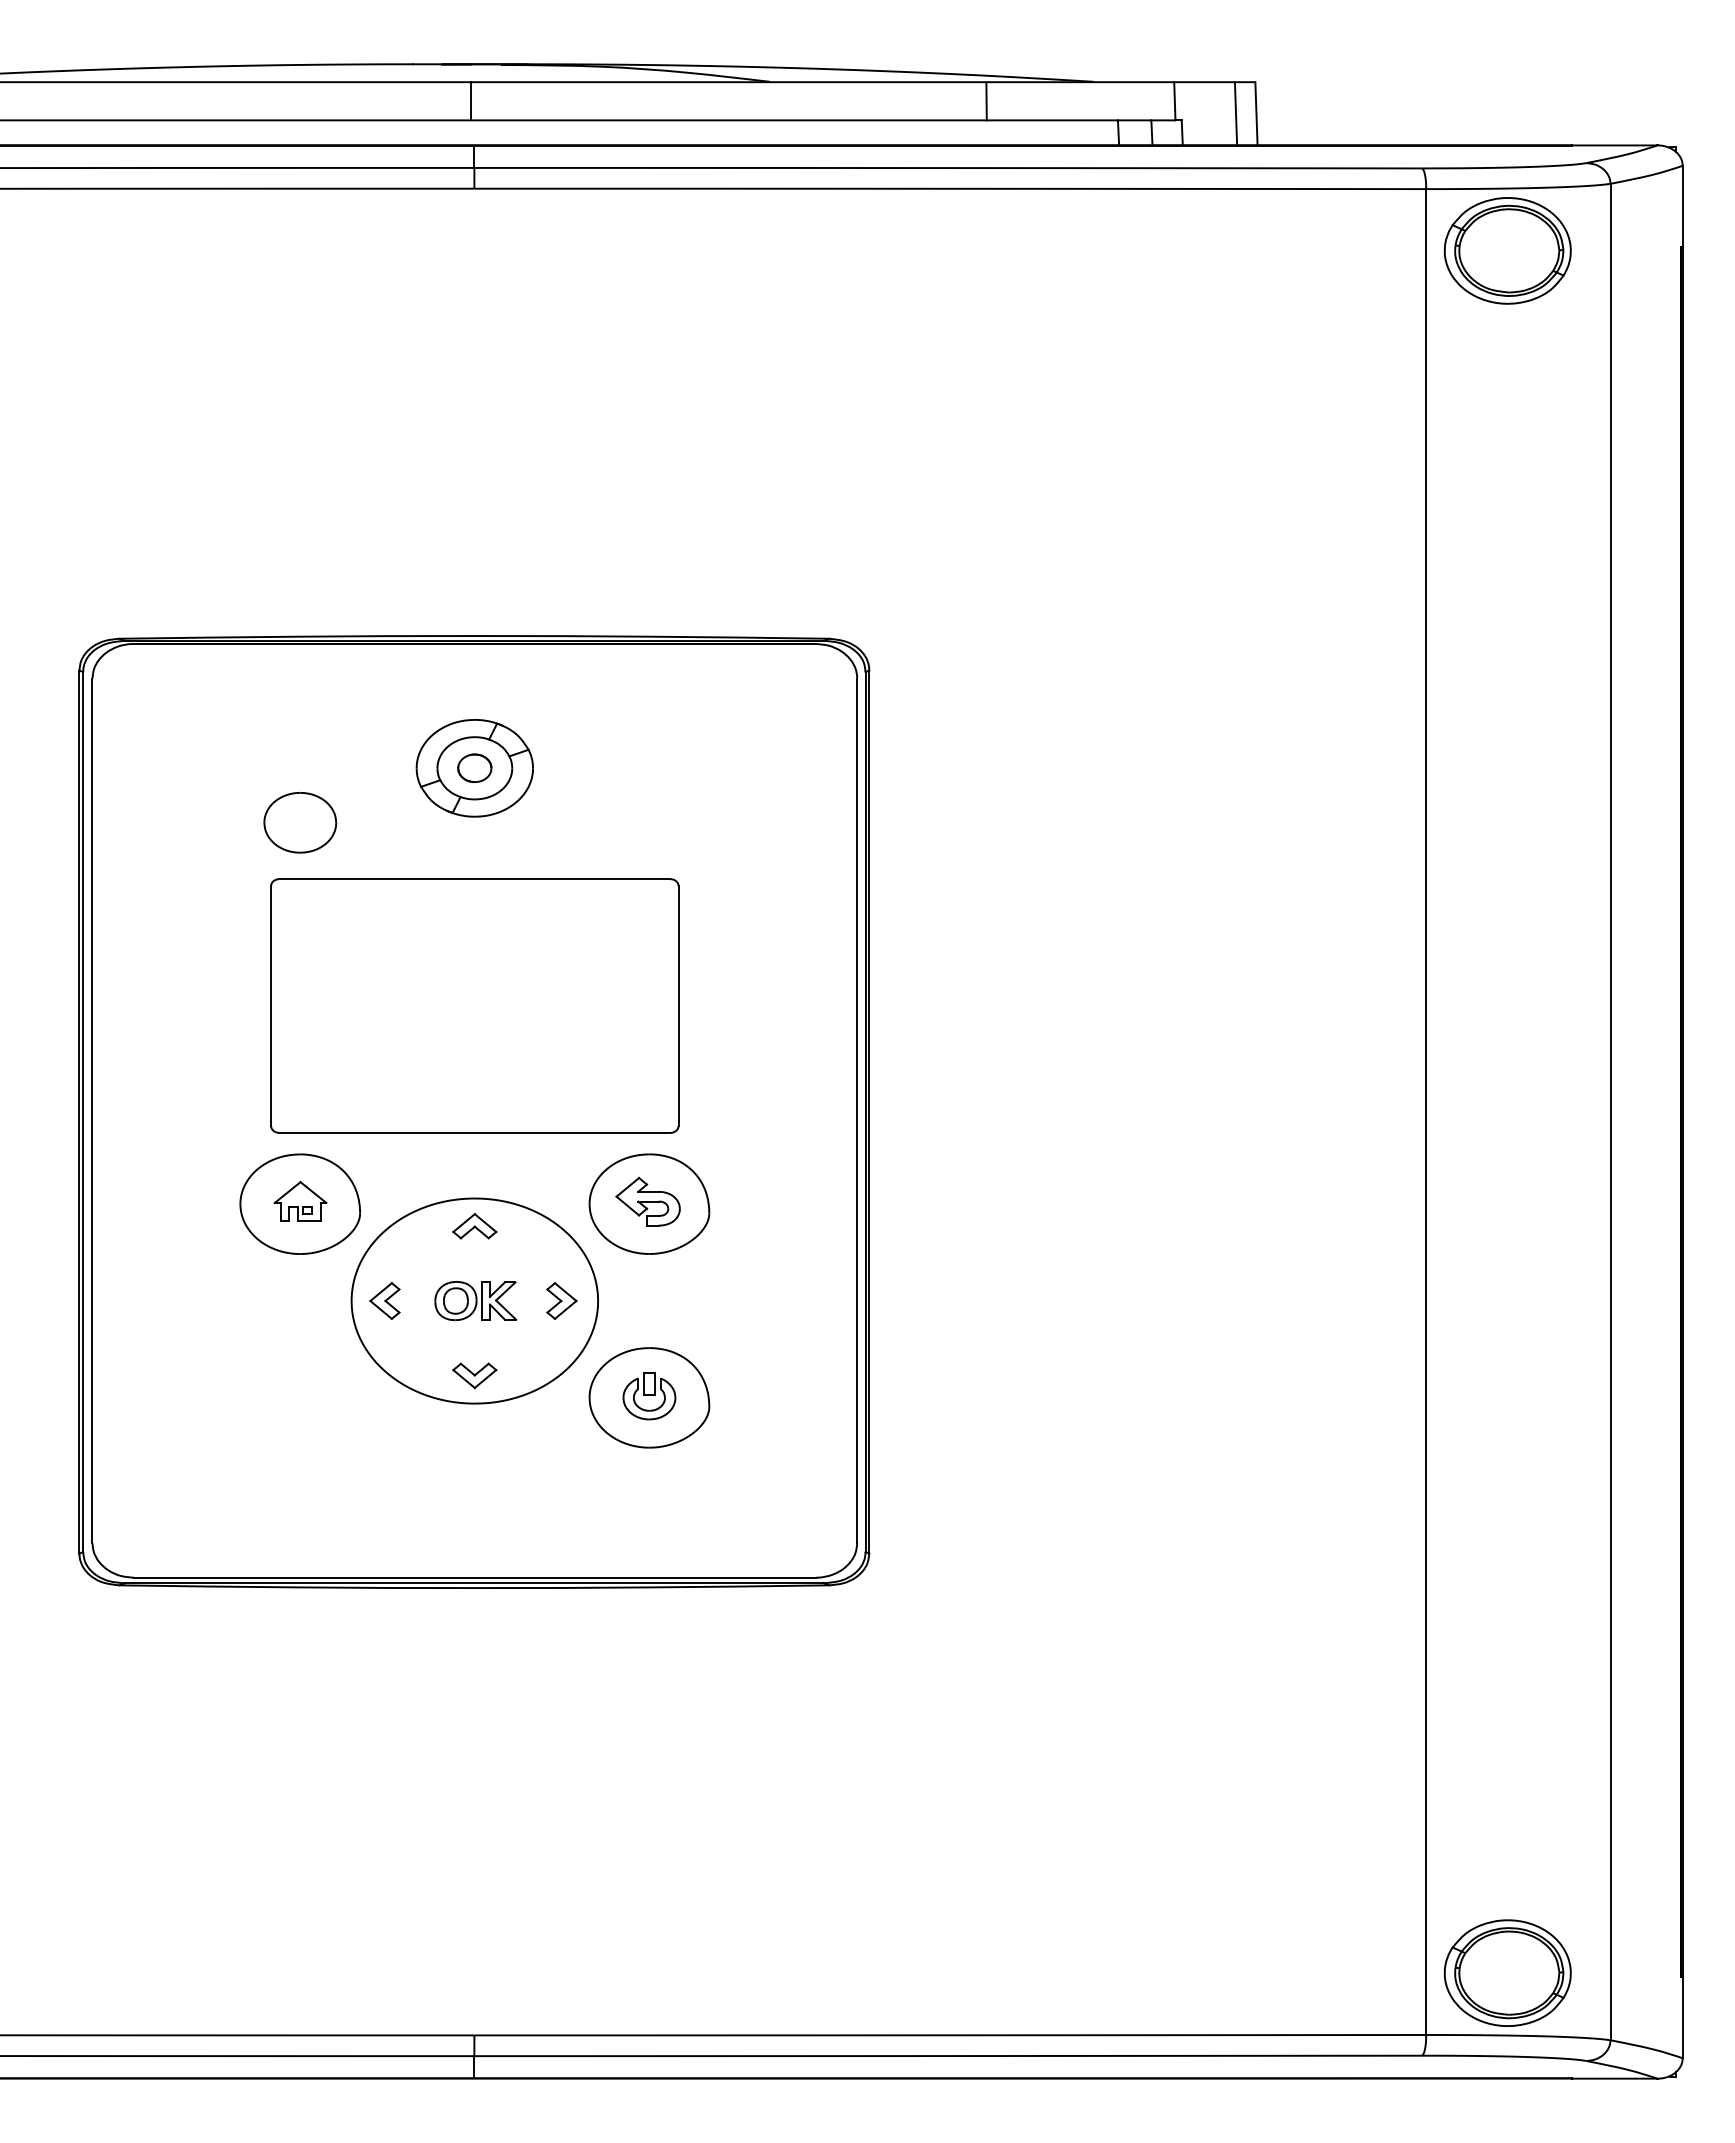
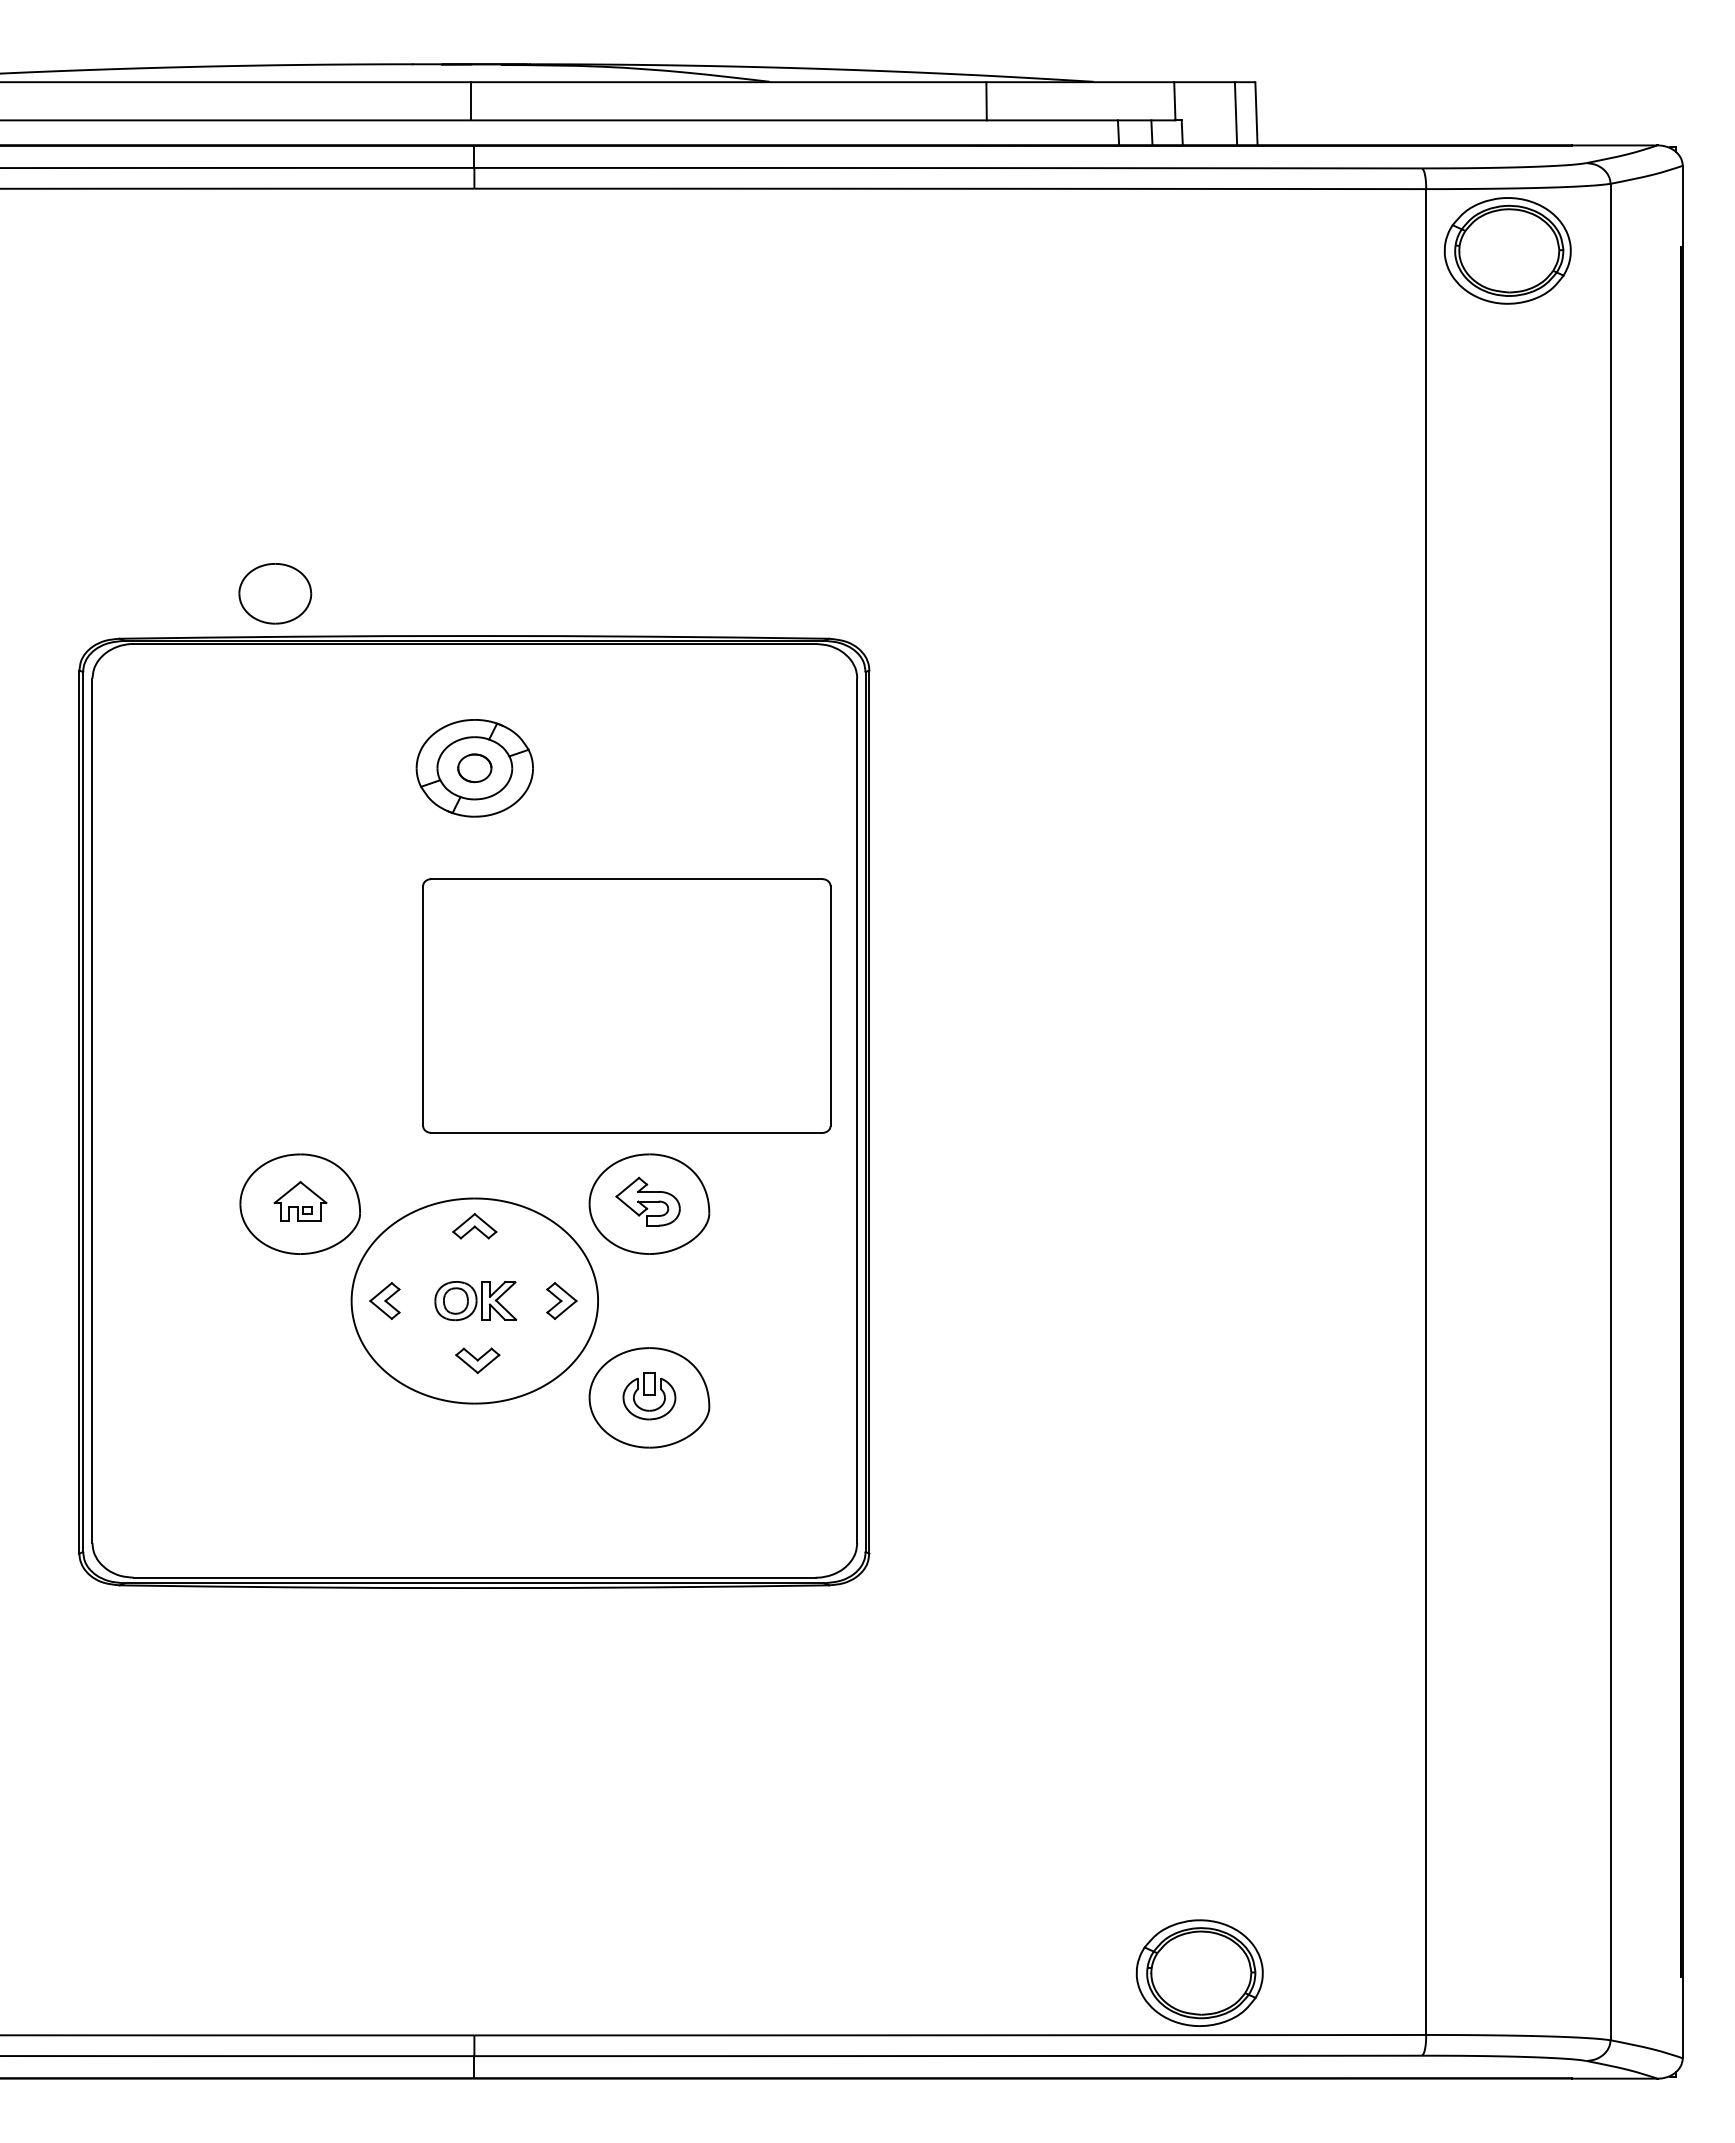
part at (300, 822) position: (300, 822) -> (275, 593)
part at (474, 1005) position: (474, 1005) -> (626, 1005)
part at (474, 1375) position: (474, 1375) -> (477, 1360)
part at (1507, 1972) position: (1507, 1972) -> (1199, 1972)
